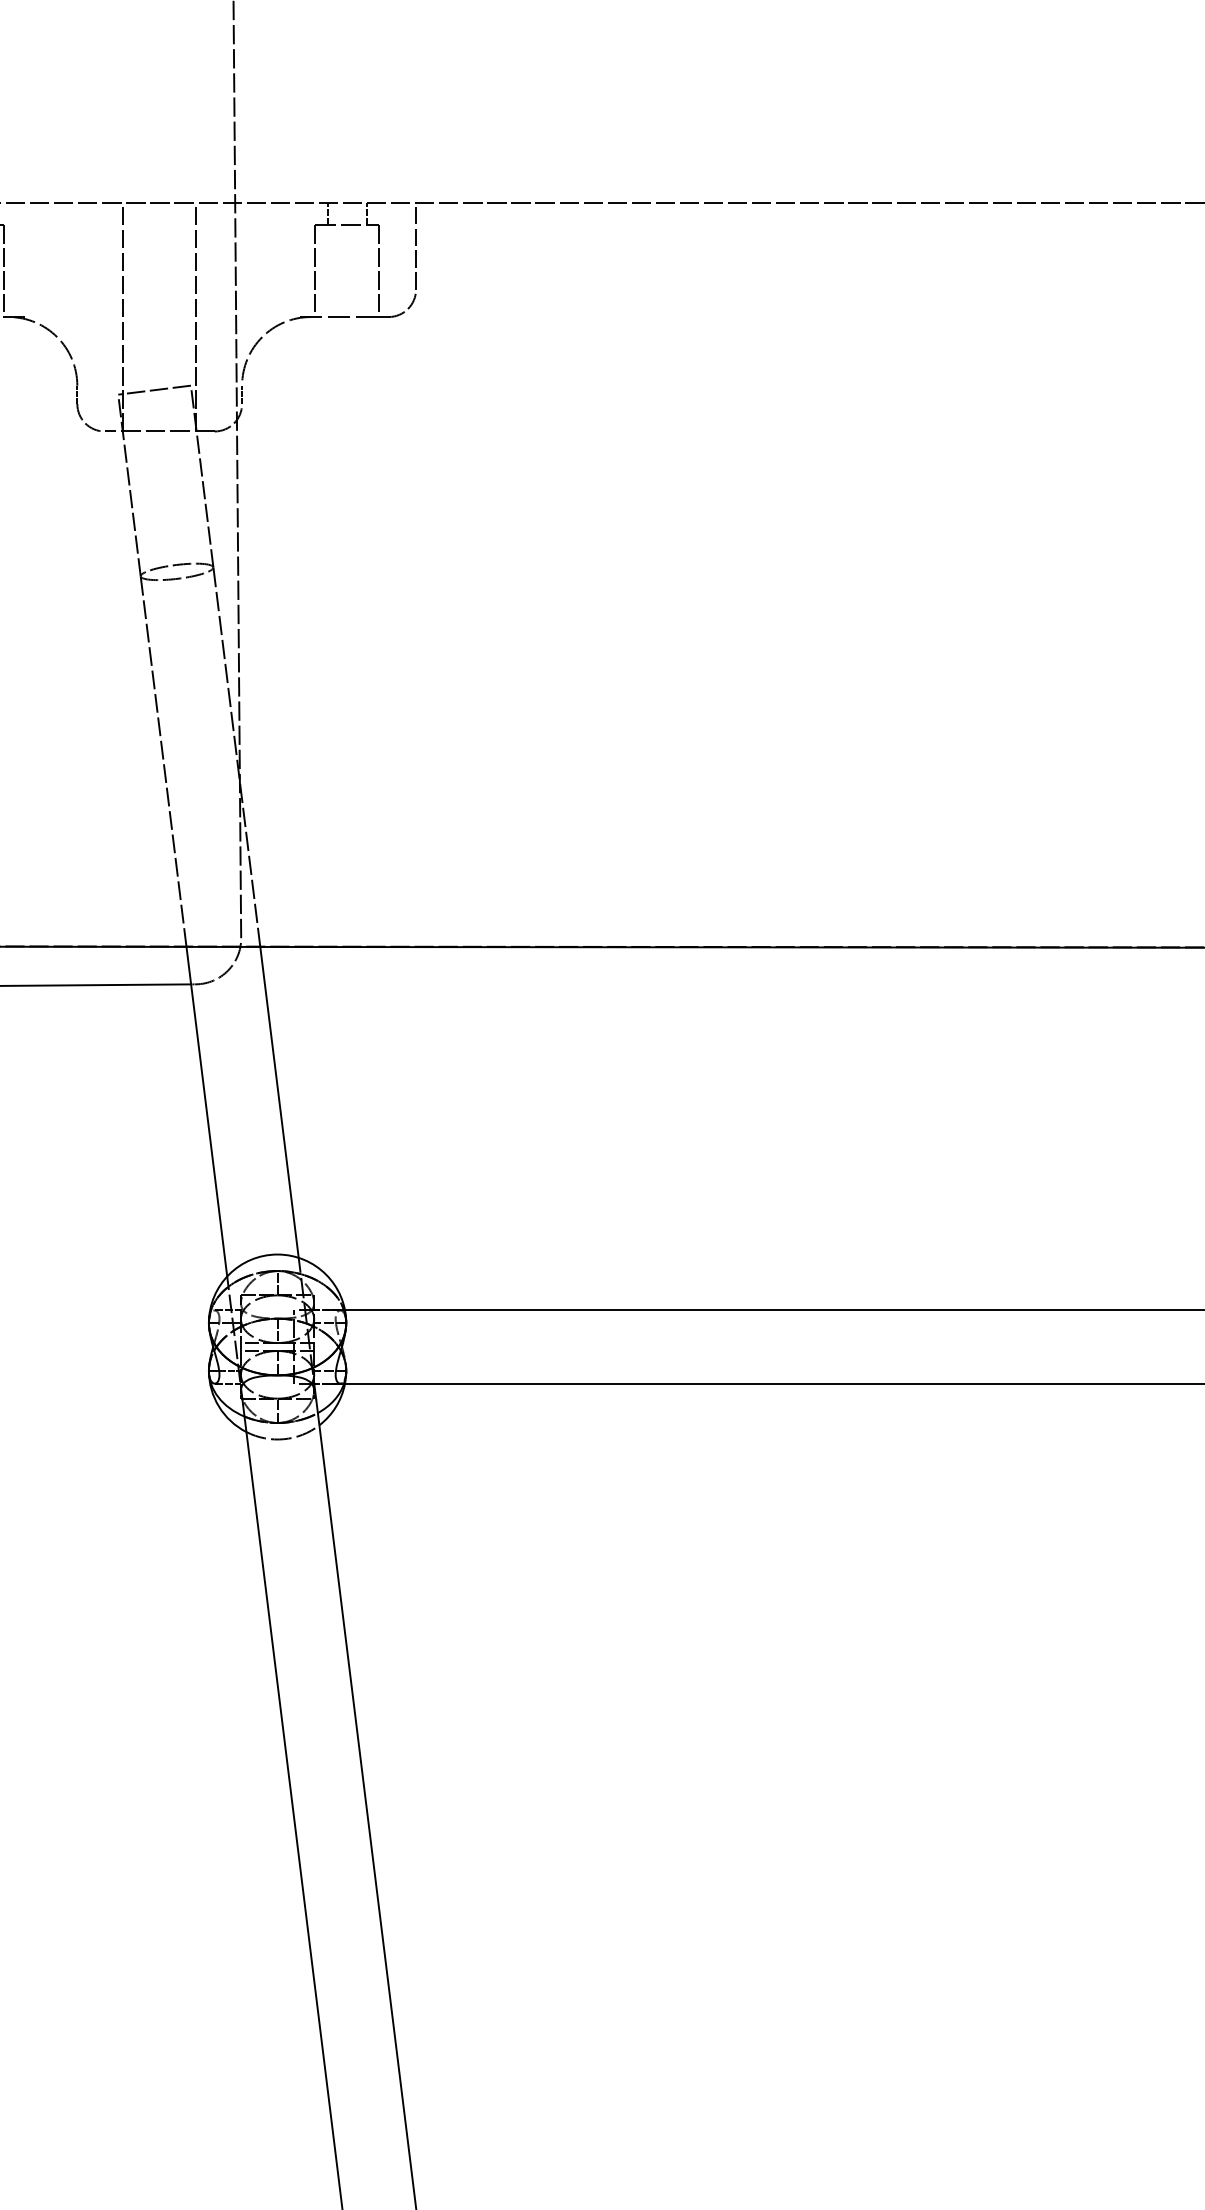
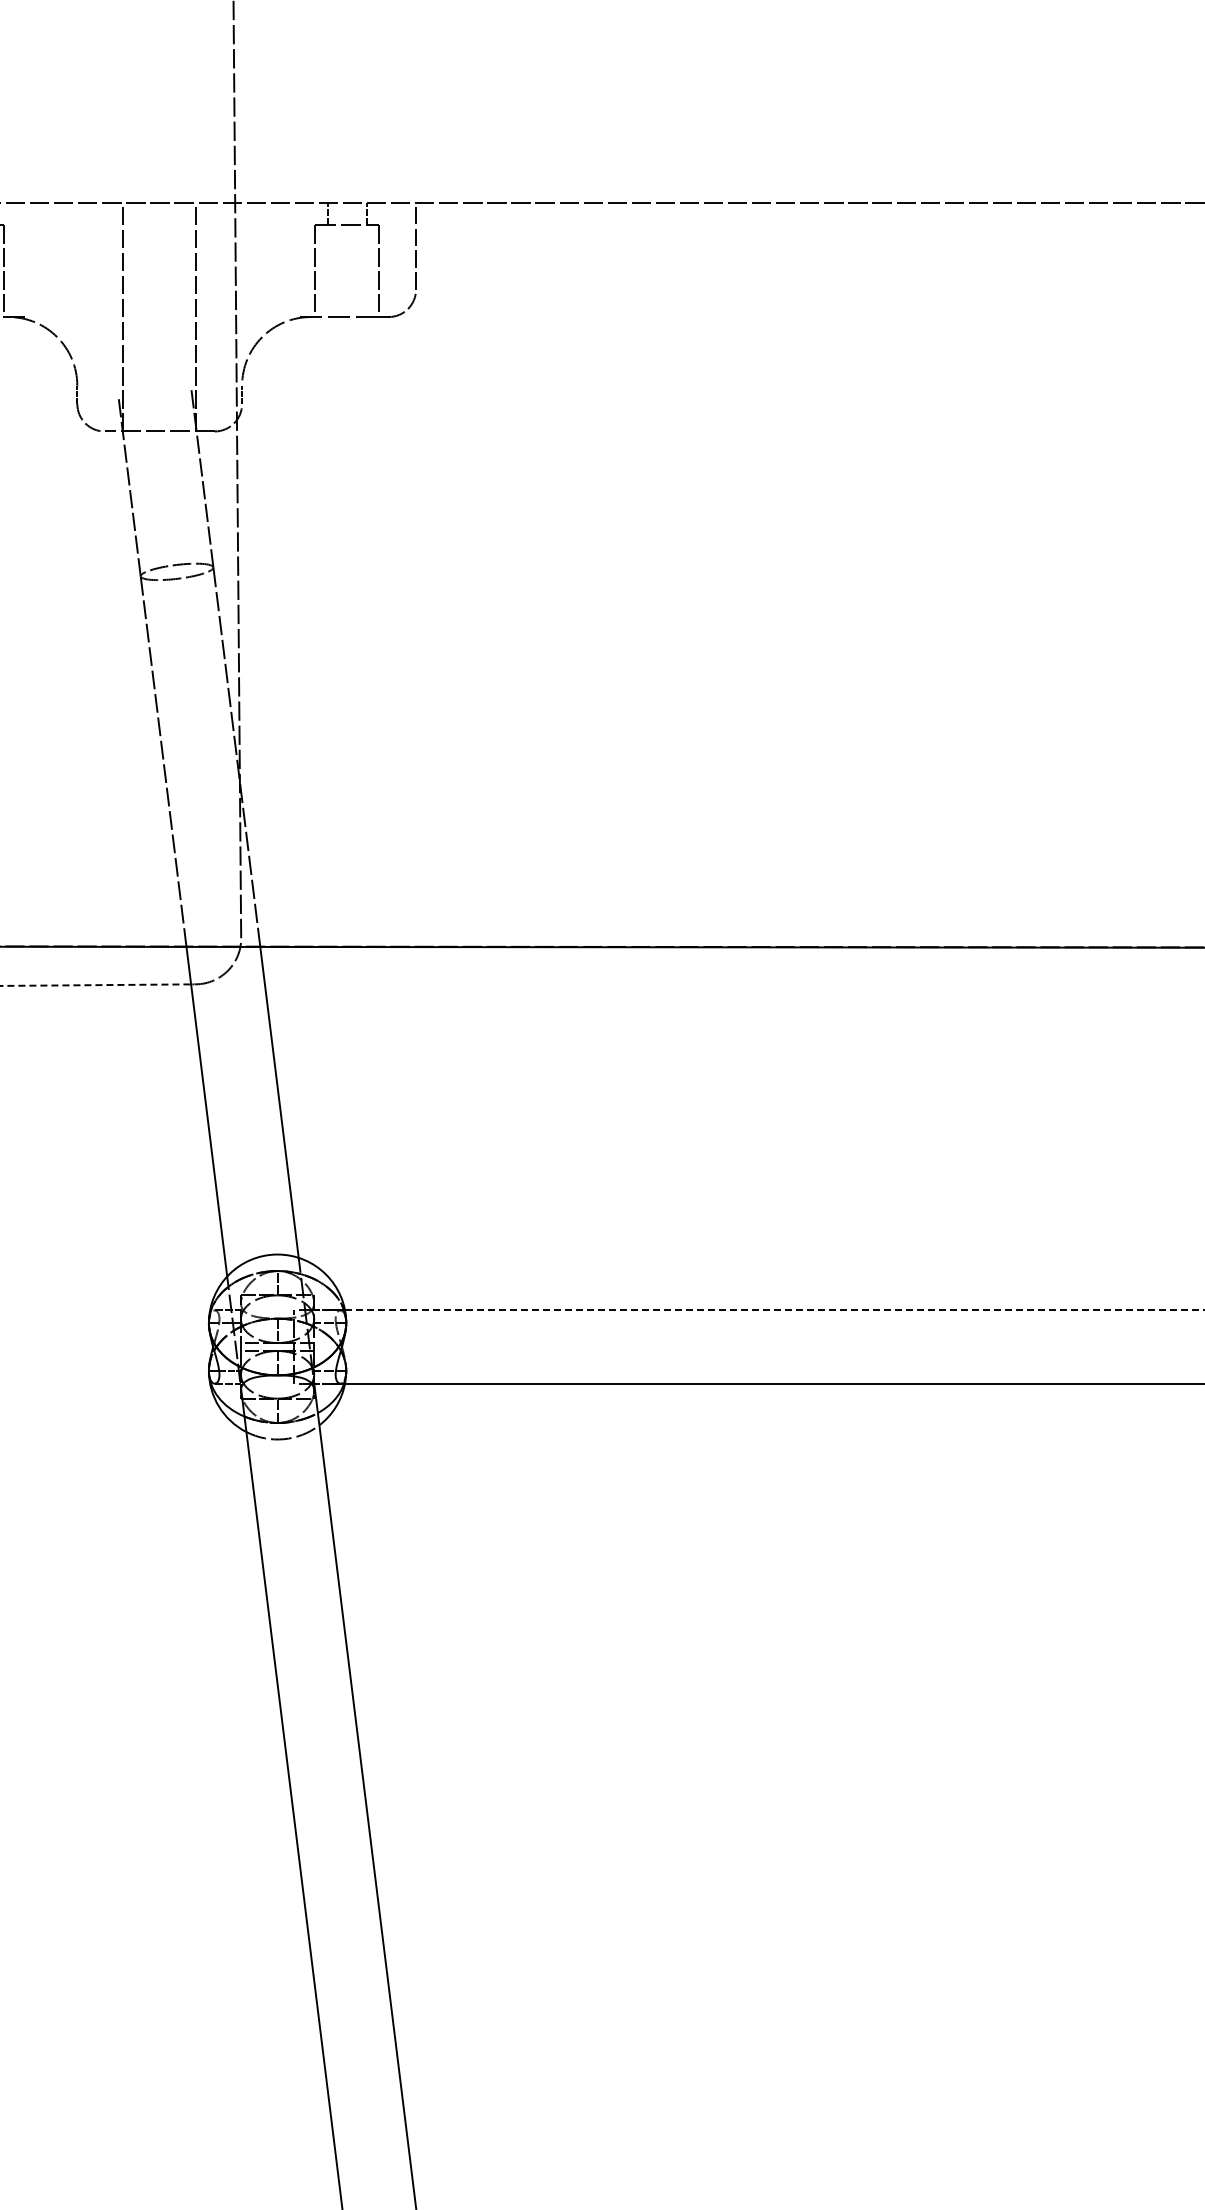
line at (154, 389): present -> none
line at (96, 985): solid -> dashed
line at (774, 1310): solid -> dashed
